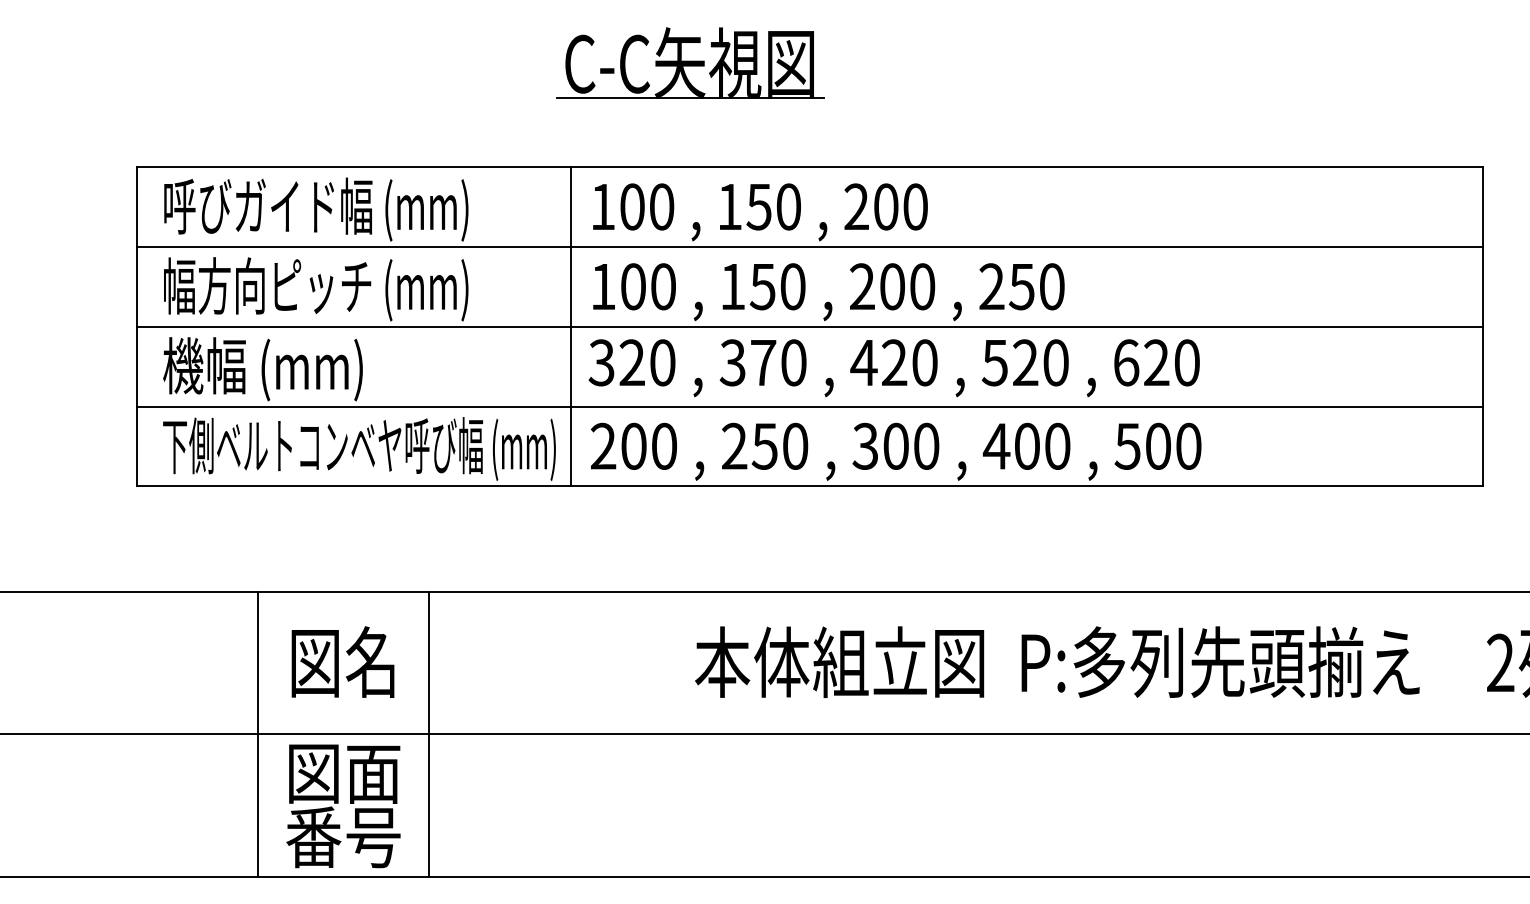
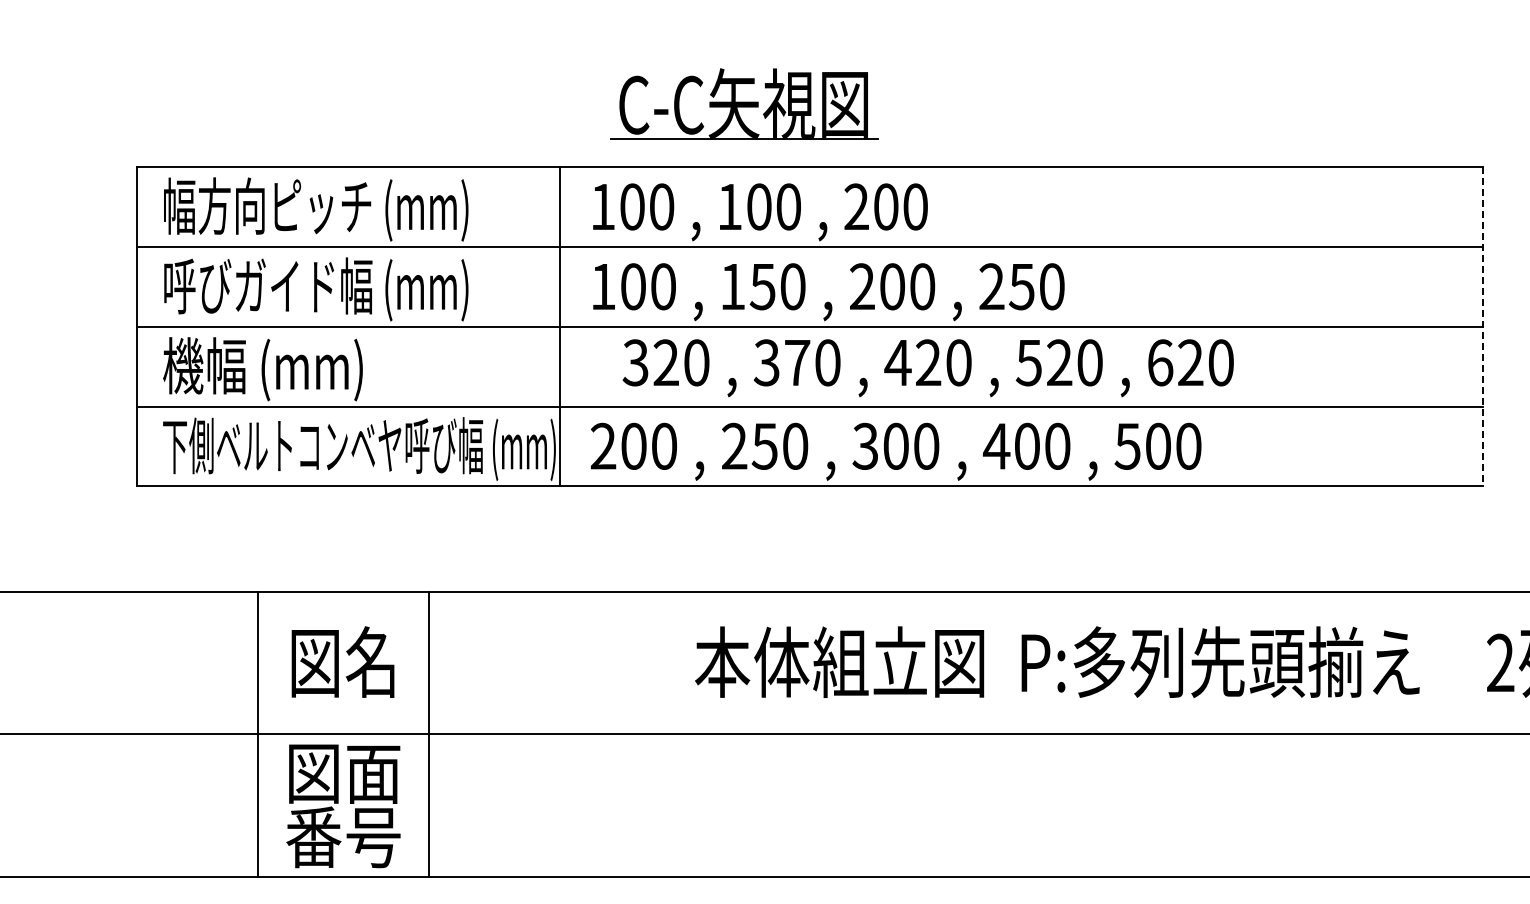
part at (690, 62) position: (690, 62) -> (744, 103)
text at (268, 205): 呼びガイド幅 (mm) -> 幅方向ピッチ (mm)
text at (758, 206): 150 -> 100
text at (268, 285): 幅方向ピッチ (mm) -> 呼びガイド幅 (mm)
line at (571, 326) position: (571, 326) -> (560, 326)
line at (1483, 326): solid -> dashed
text at (893, 368) position: (893, 368) -> (927, 368)
